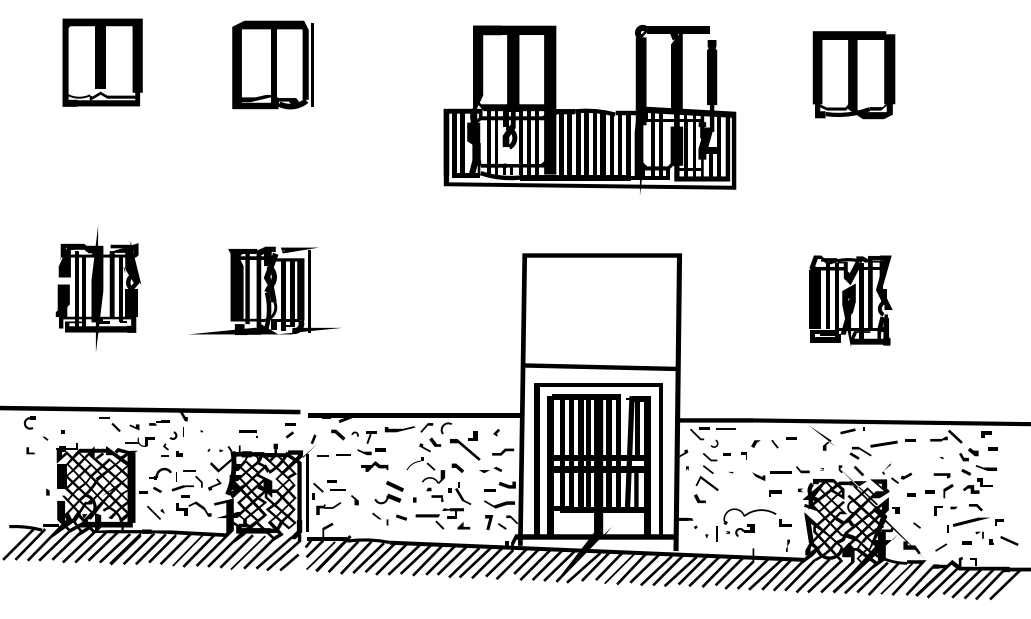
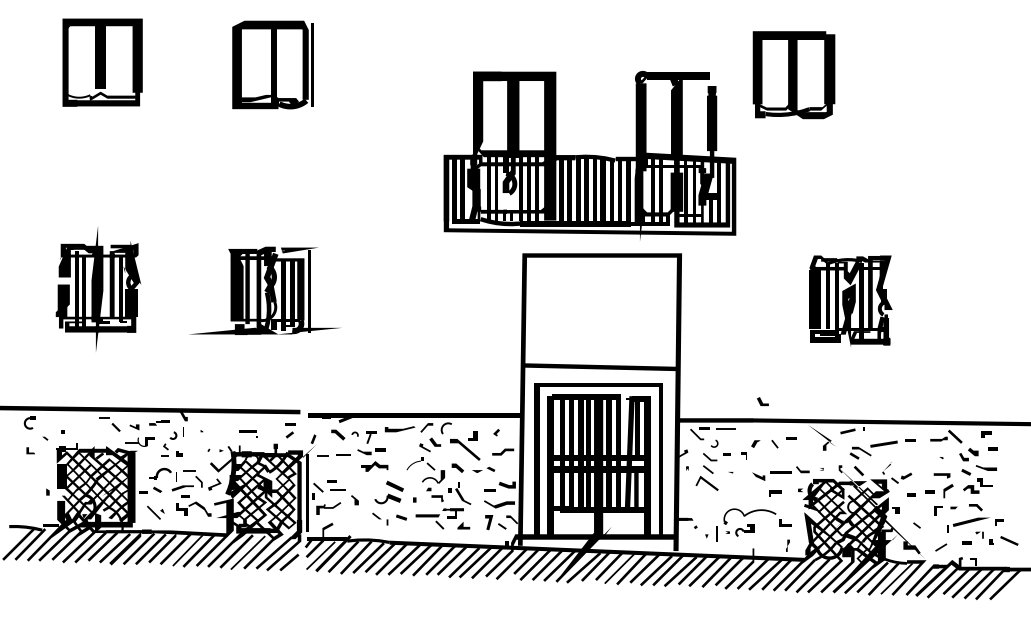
part at (853, 75) position: (853, 75) -> (793, 75)
part at (589, 109) position: (589, 109) -> (589, 155)
line at (489, 470) position: (489, 470) -> (482, 470)
line at (699, 498) position: (699, 498) -> (762, 401)
